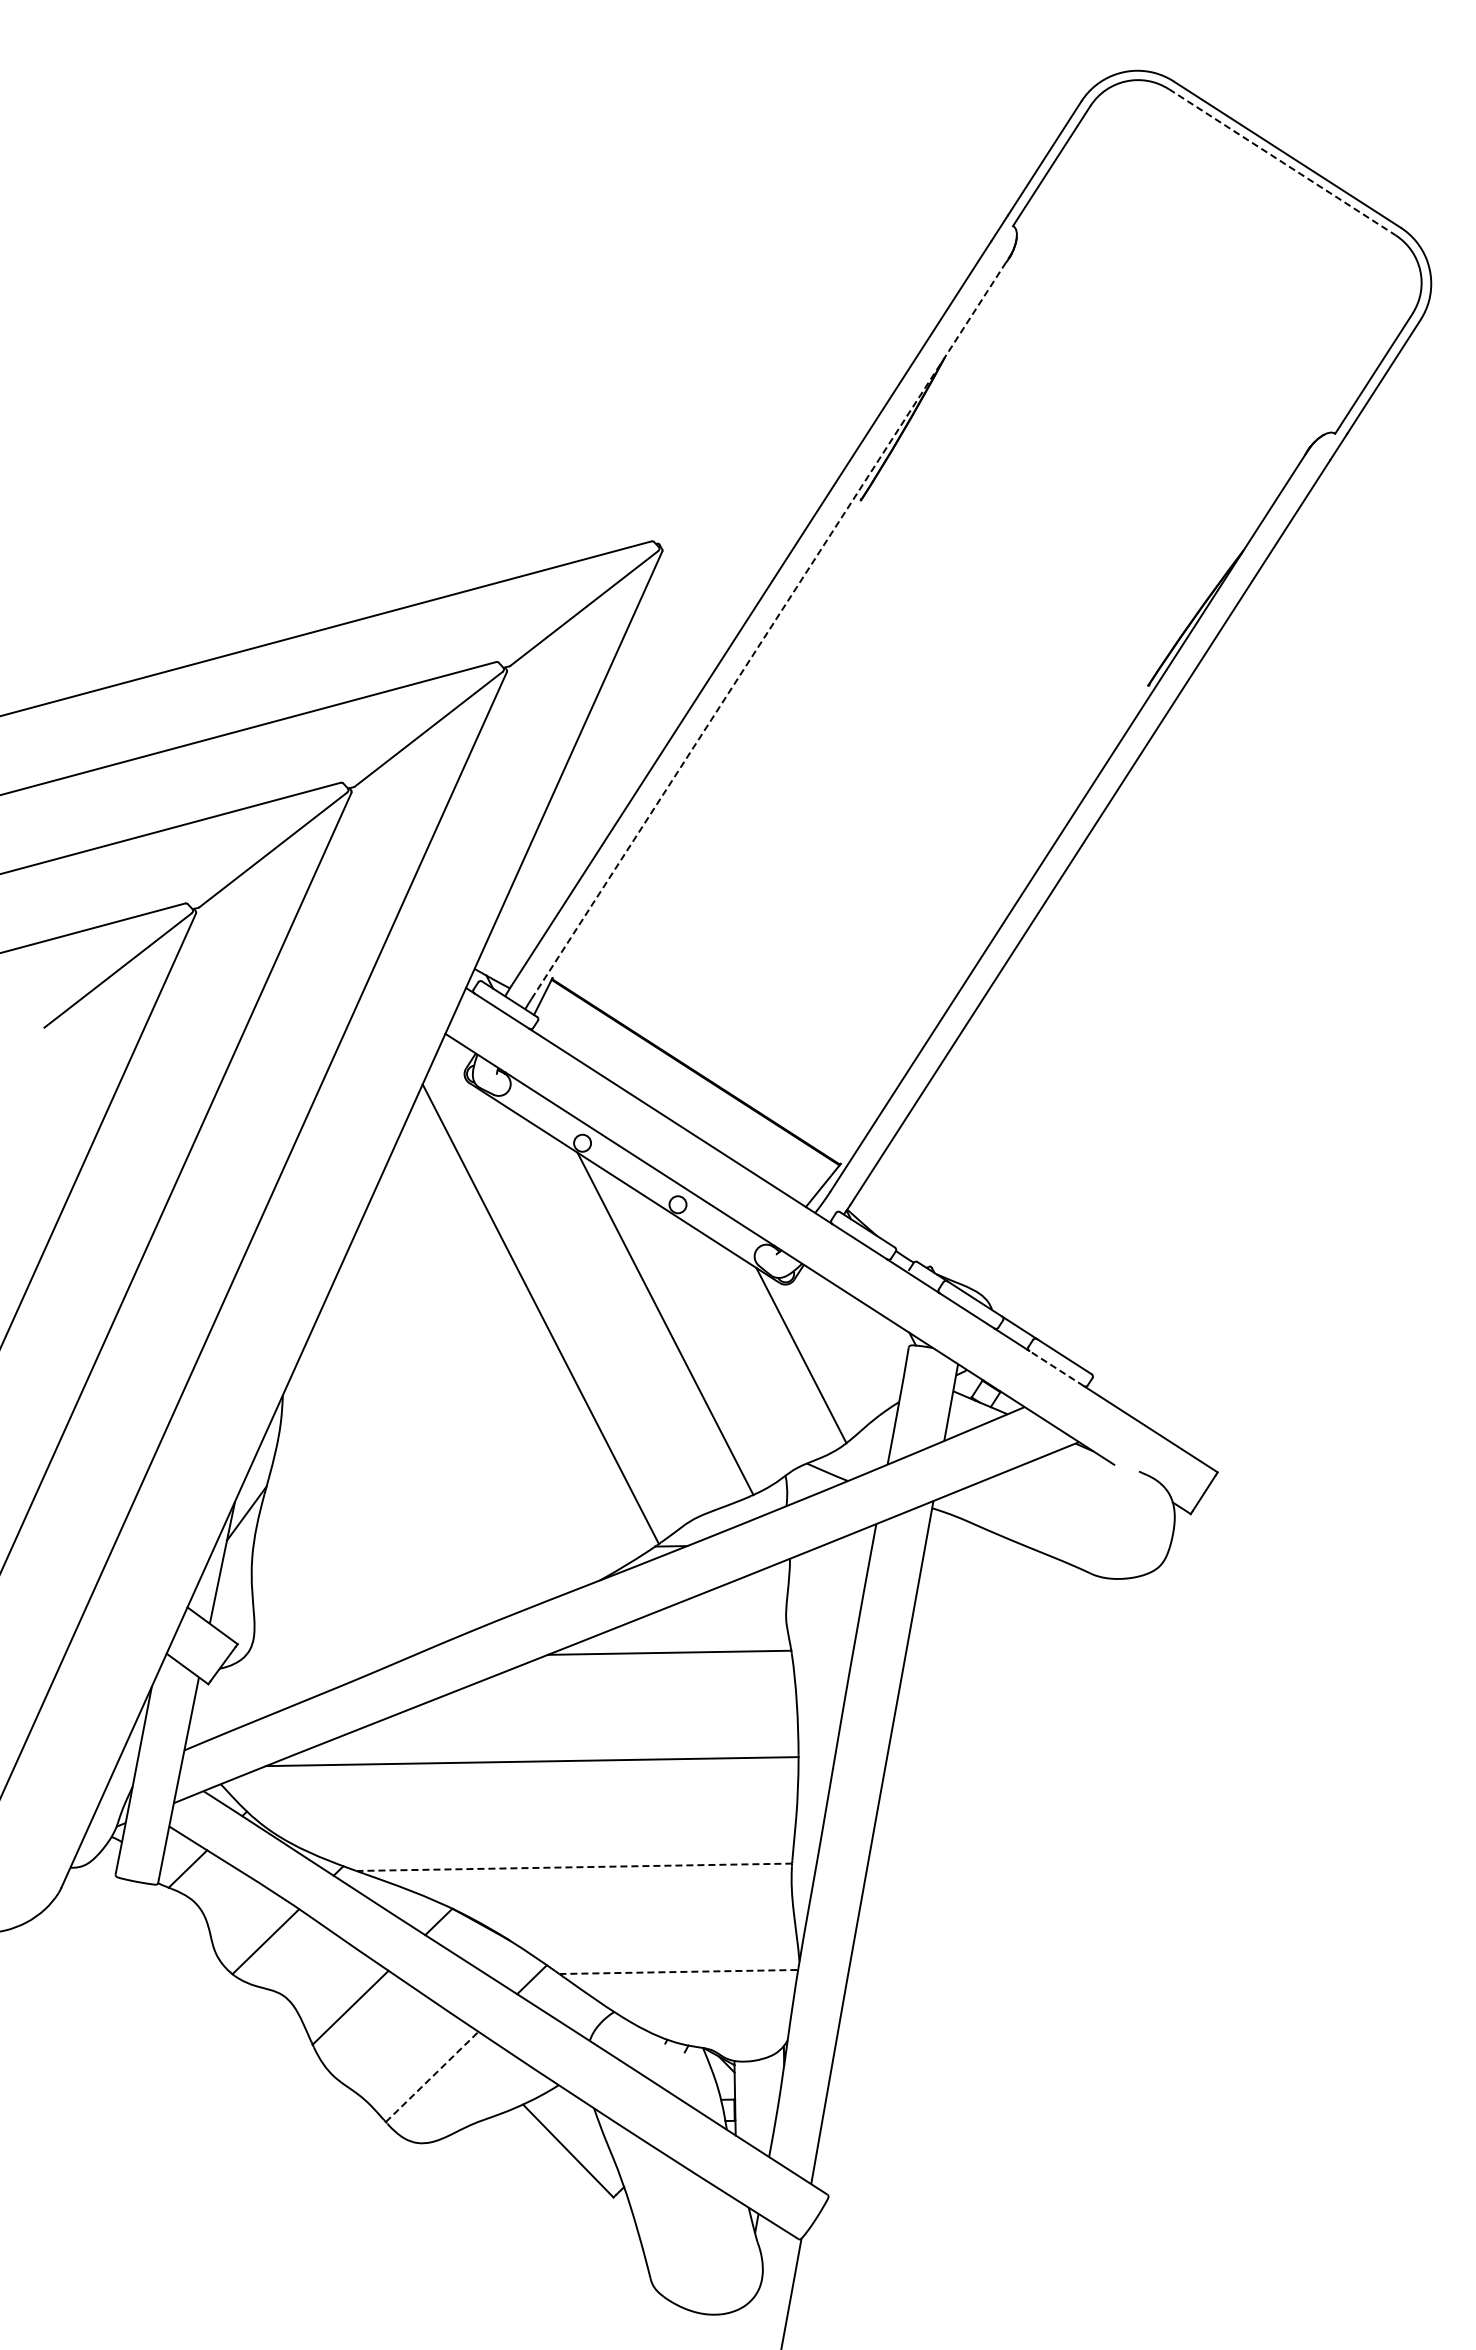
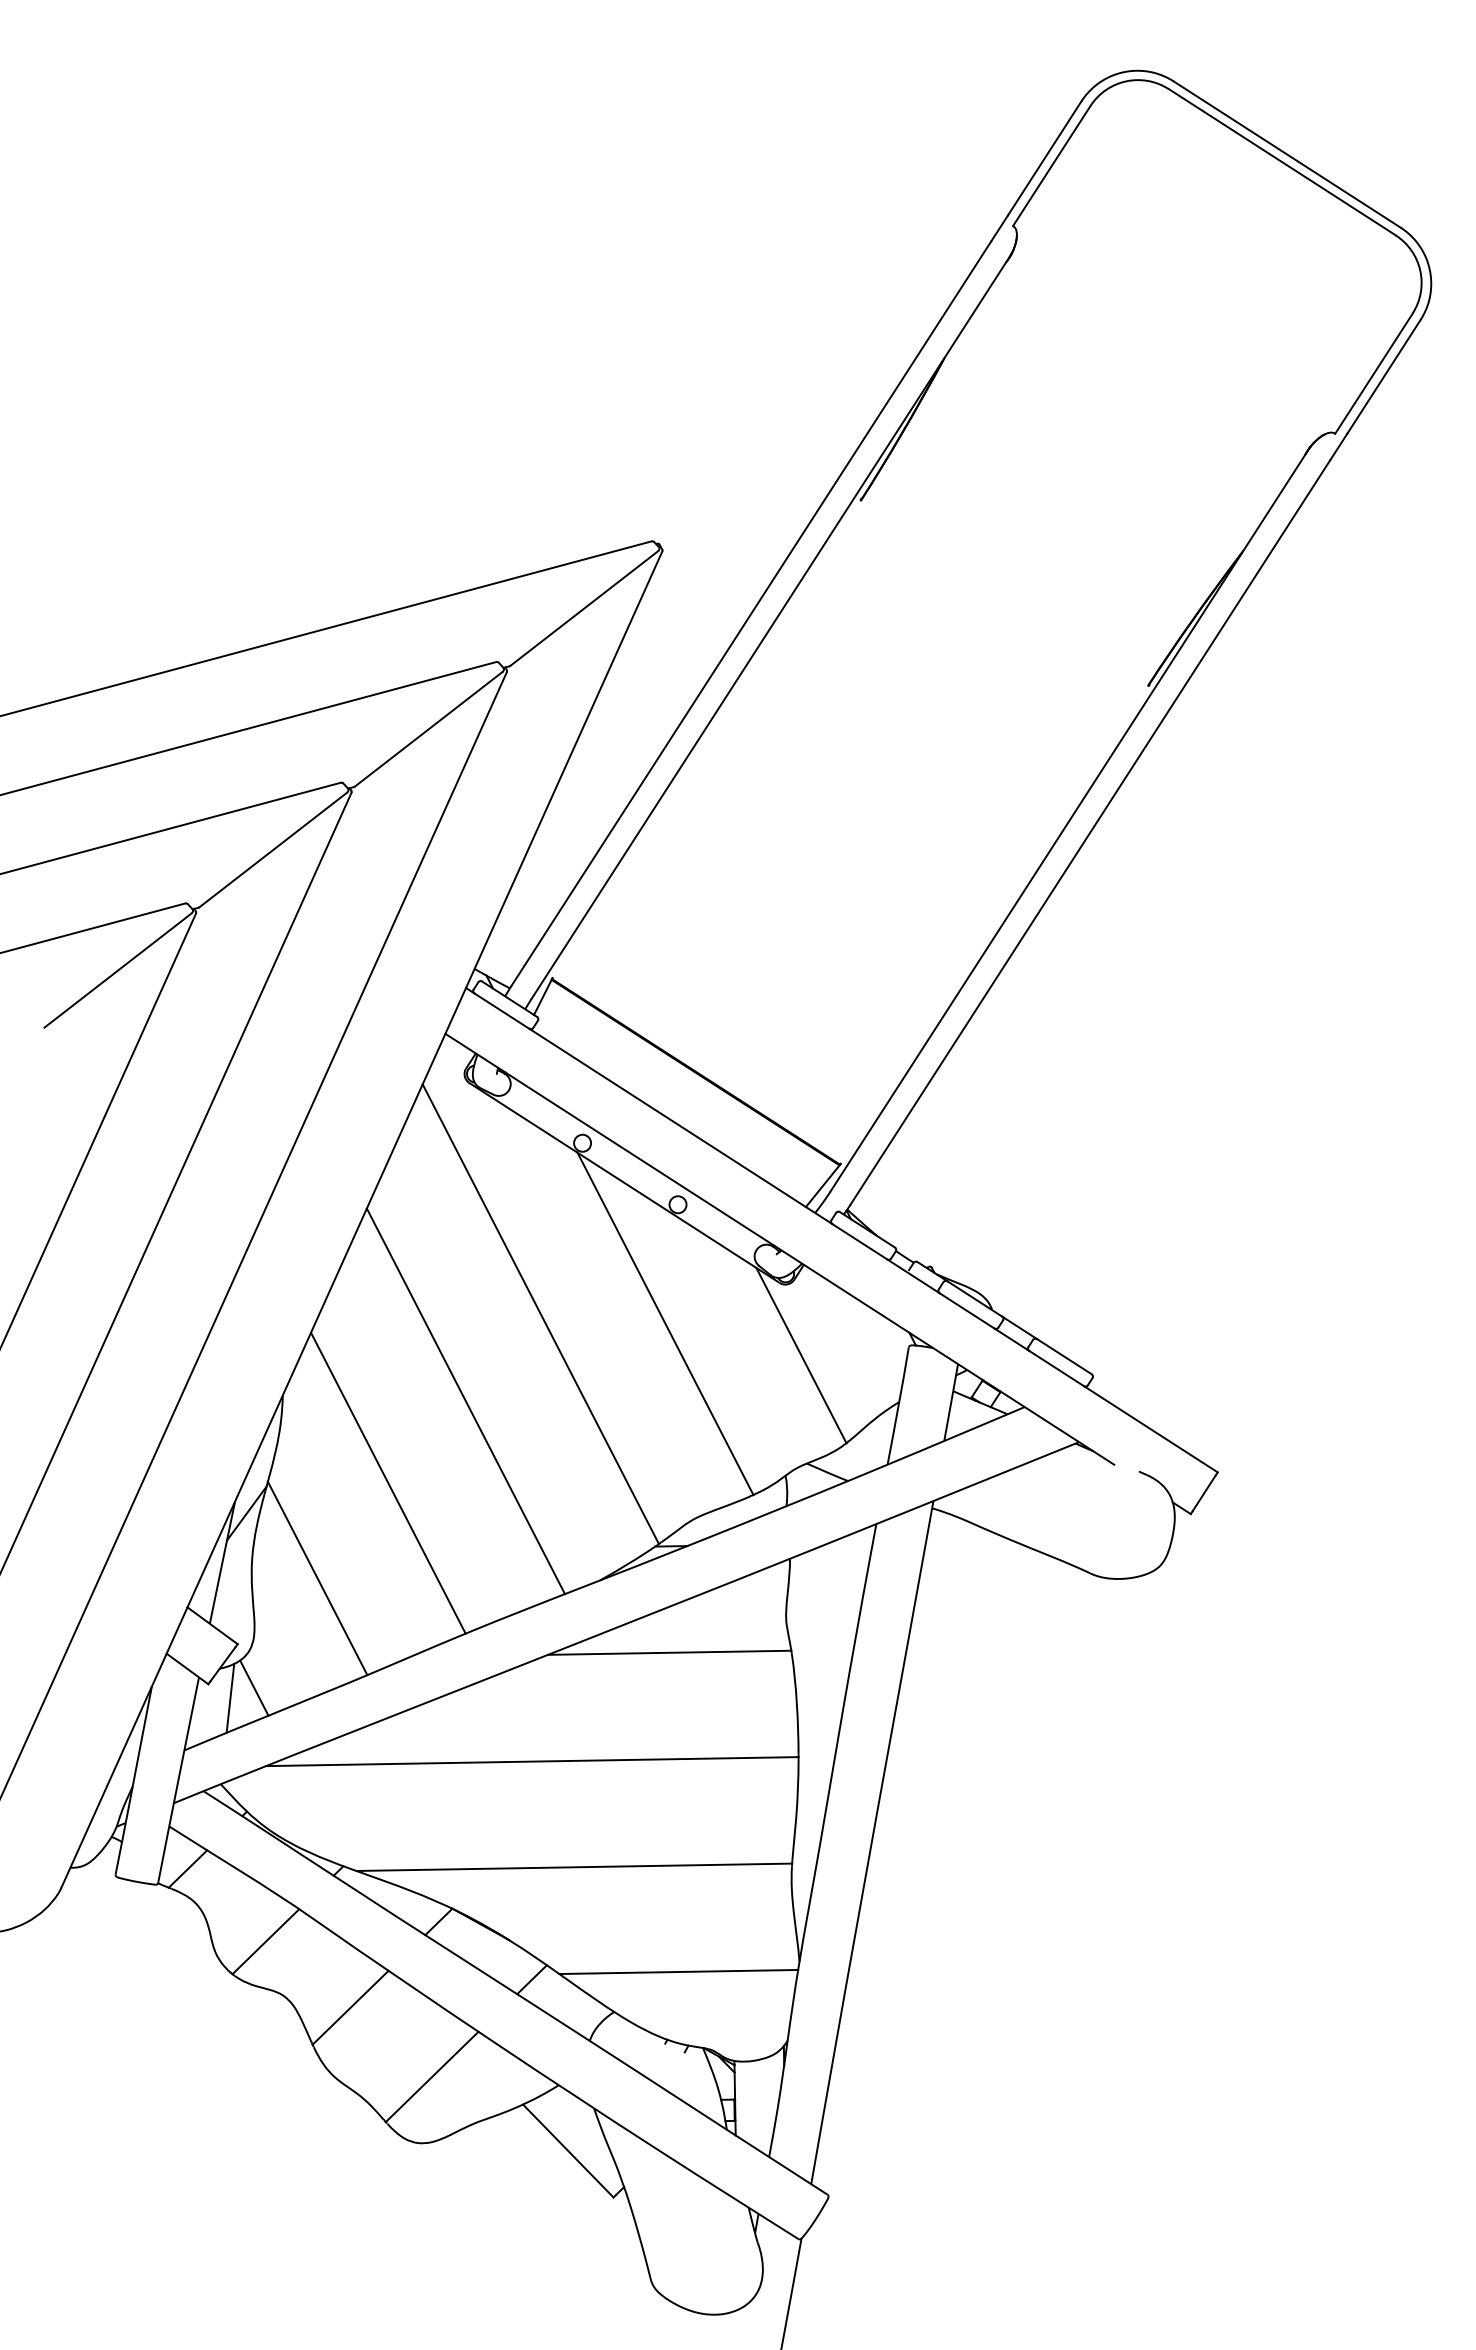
line at (1282, 162): dashed -> solid
line at (771, 626): dashed -> solid
line at (1056, 1368): dashed -> solid
line at (465, 1401): none -> present
line at (388, 1482): none -> present
line at (317, 1578): none -> present
line at (254, 1687): none -> present
line at (230, 1697): none -> present
line at (574, 1867): dashed -> solid
line at (679, 1971): dashed -> solid
line at (432, 2076): dashed -> solid
